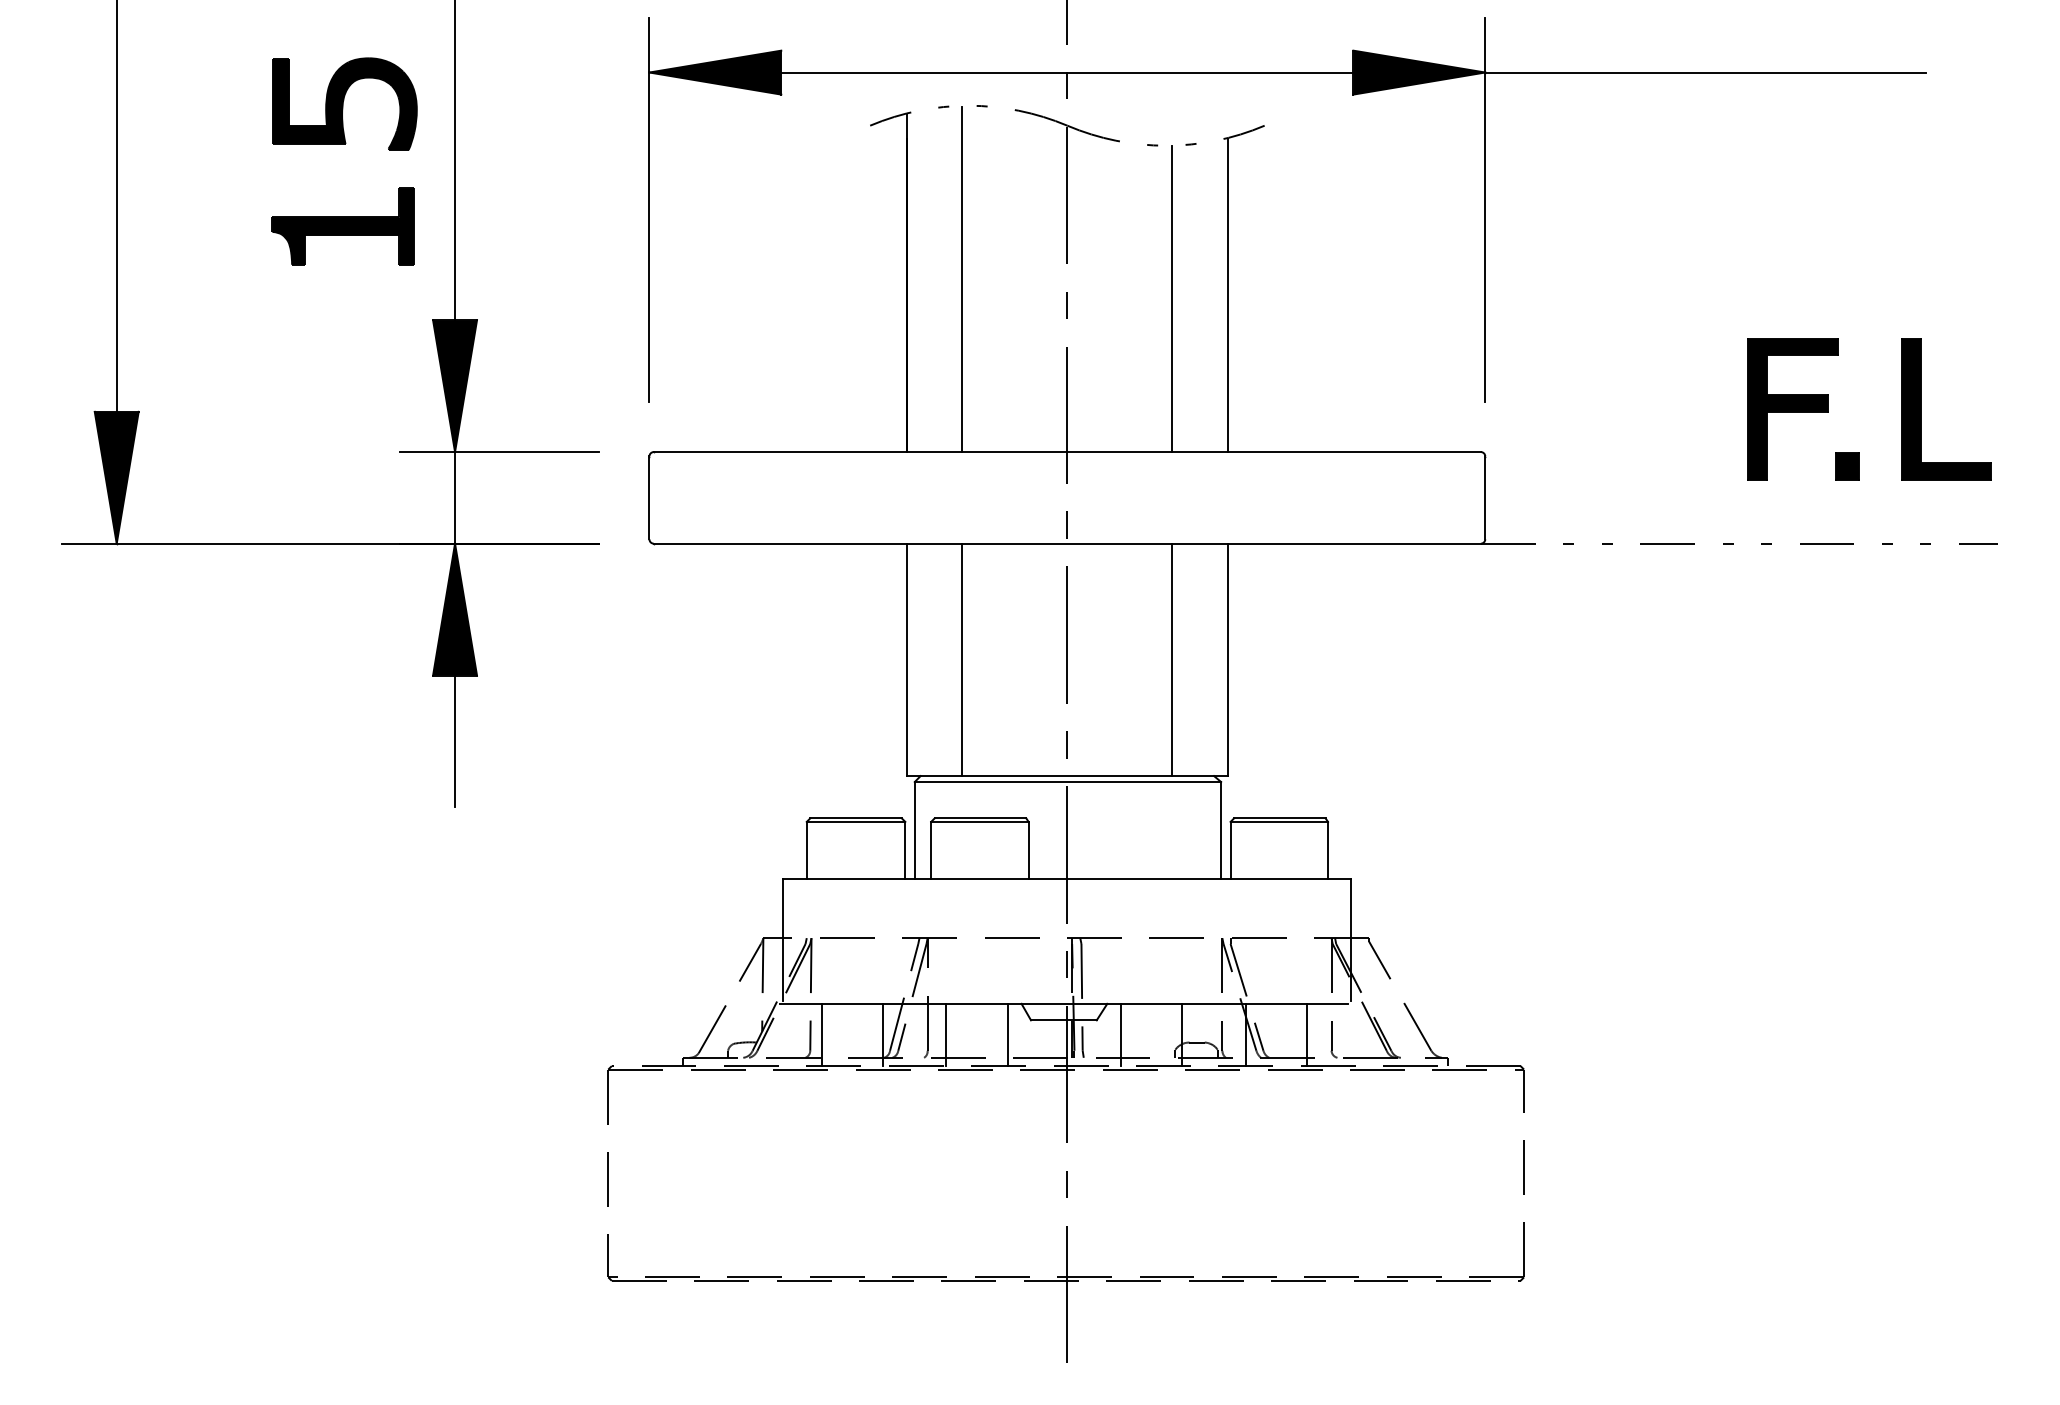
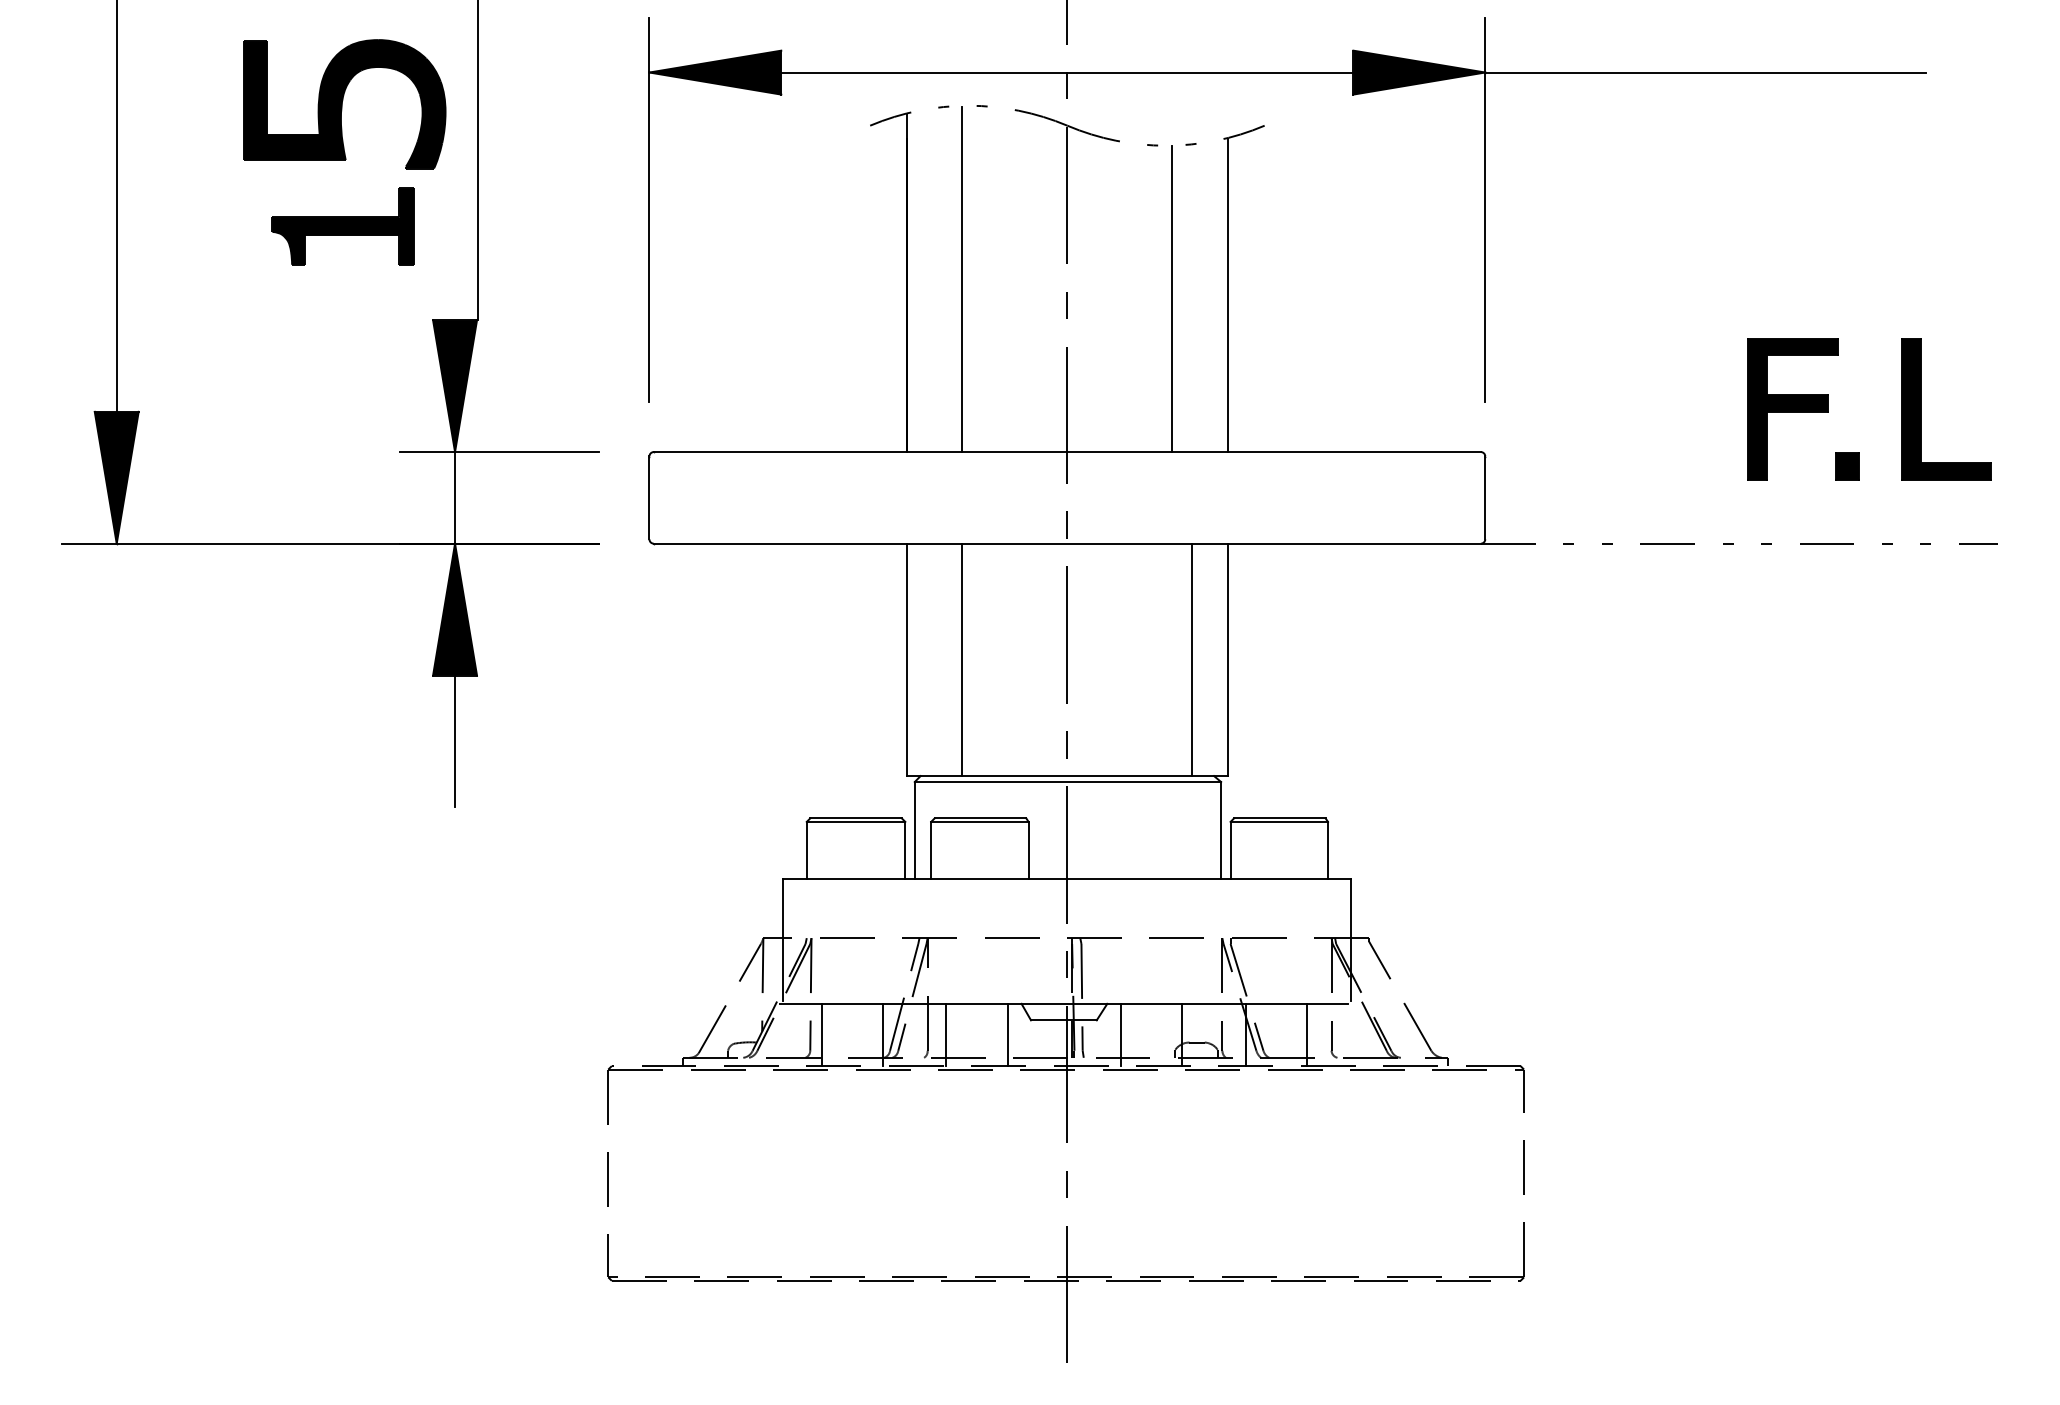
part at (344, 103) size: 146x94 px -> 204x131 px
line at (455, 161) position: (455, 161) -> (478, 161)
line at (1172, 659) position: (1172, 659) -> (1192, 659)
